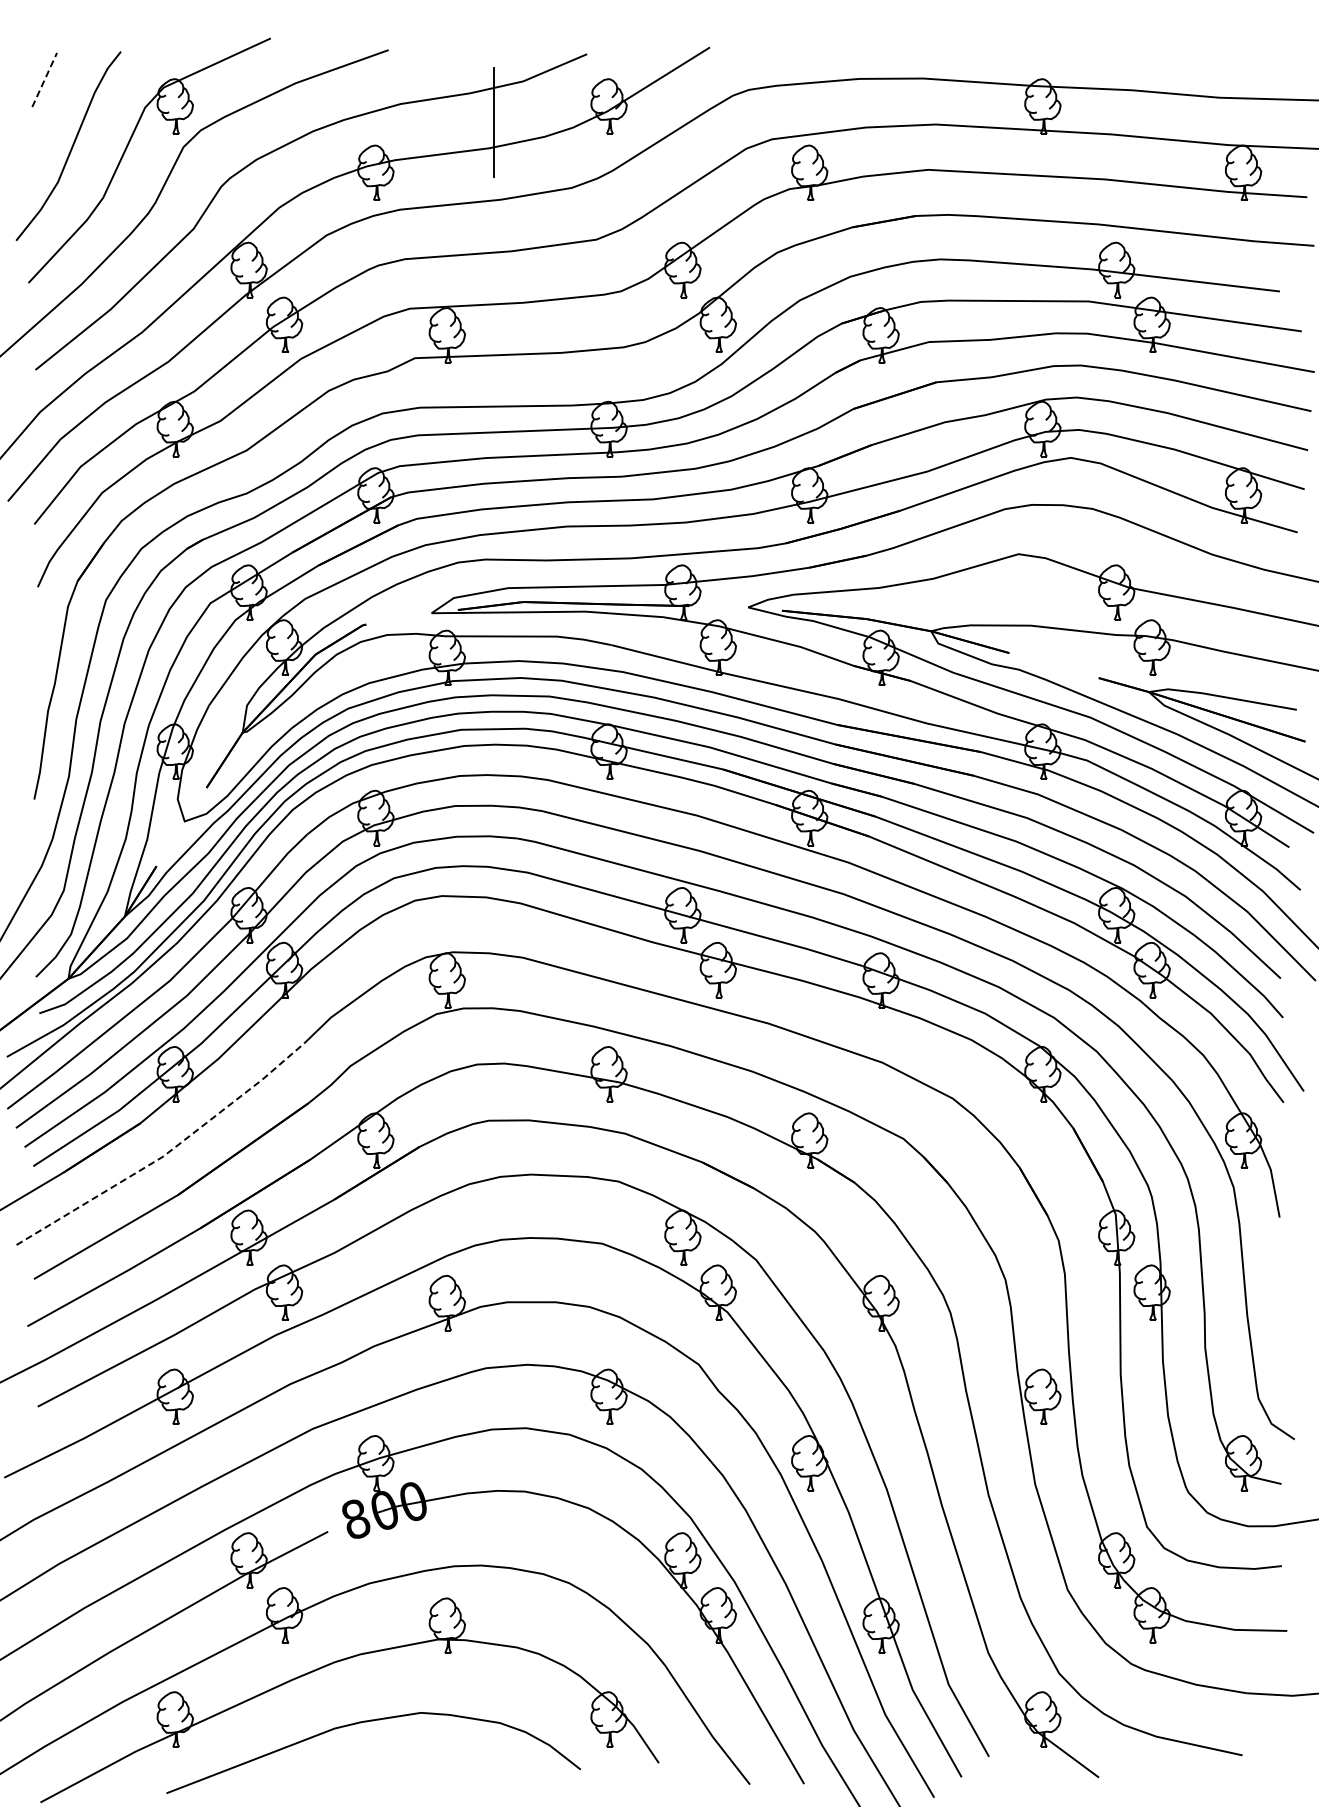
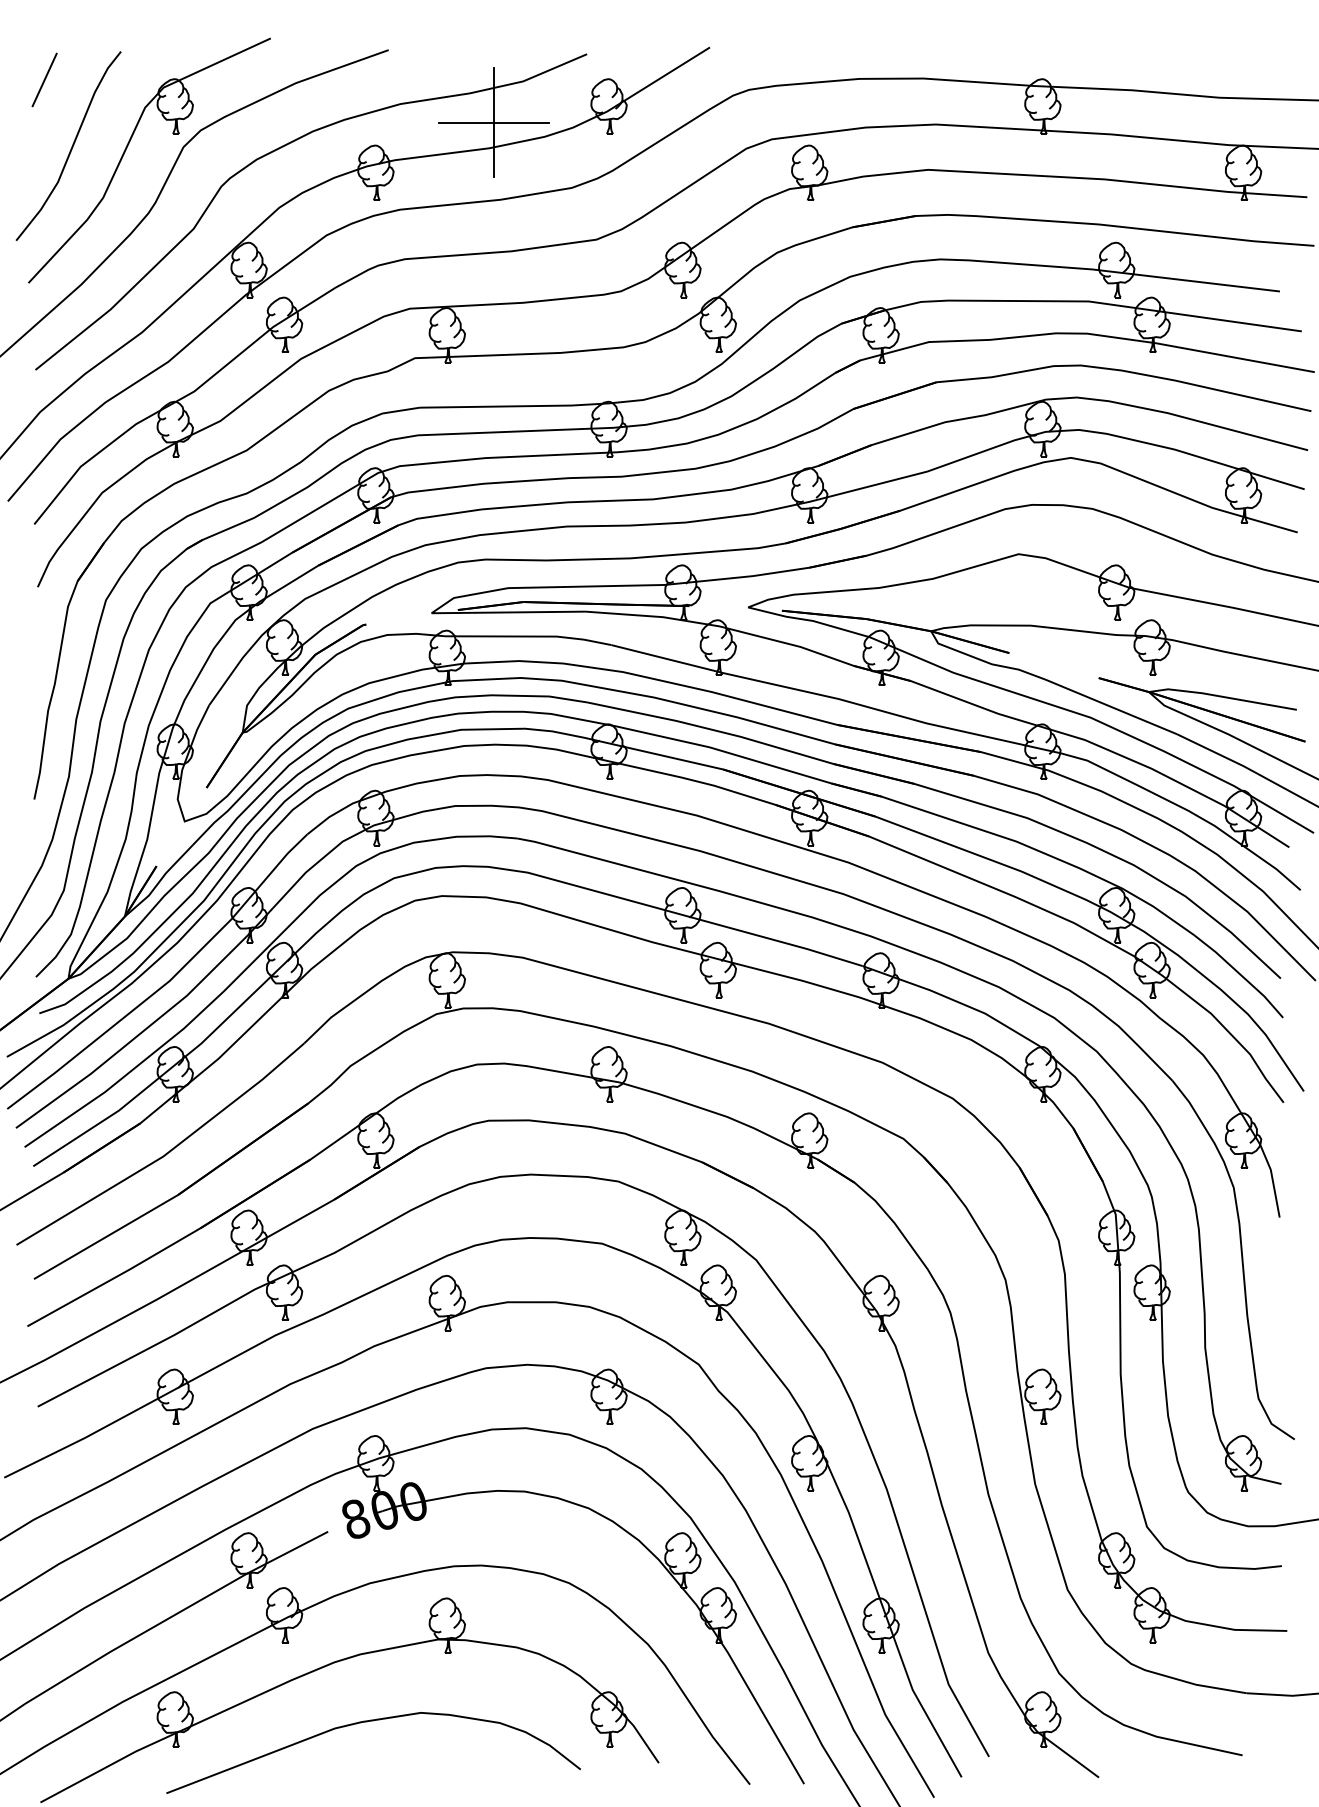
line at (44, 80): dashed -> solid
line at (493, 122): none -> present
line at (167, 1153): dashed -> solid
